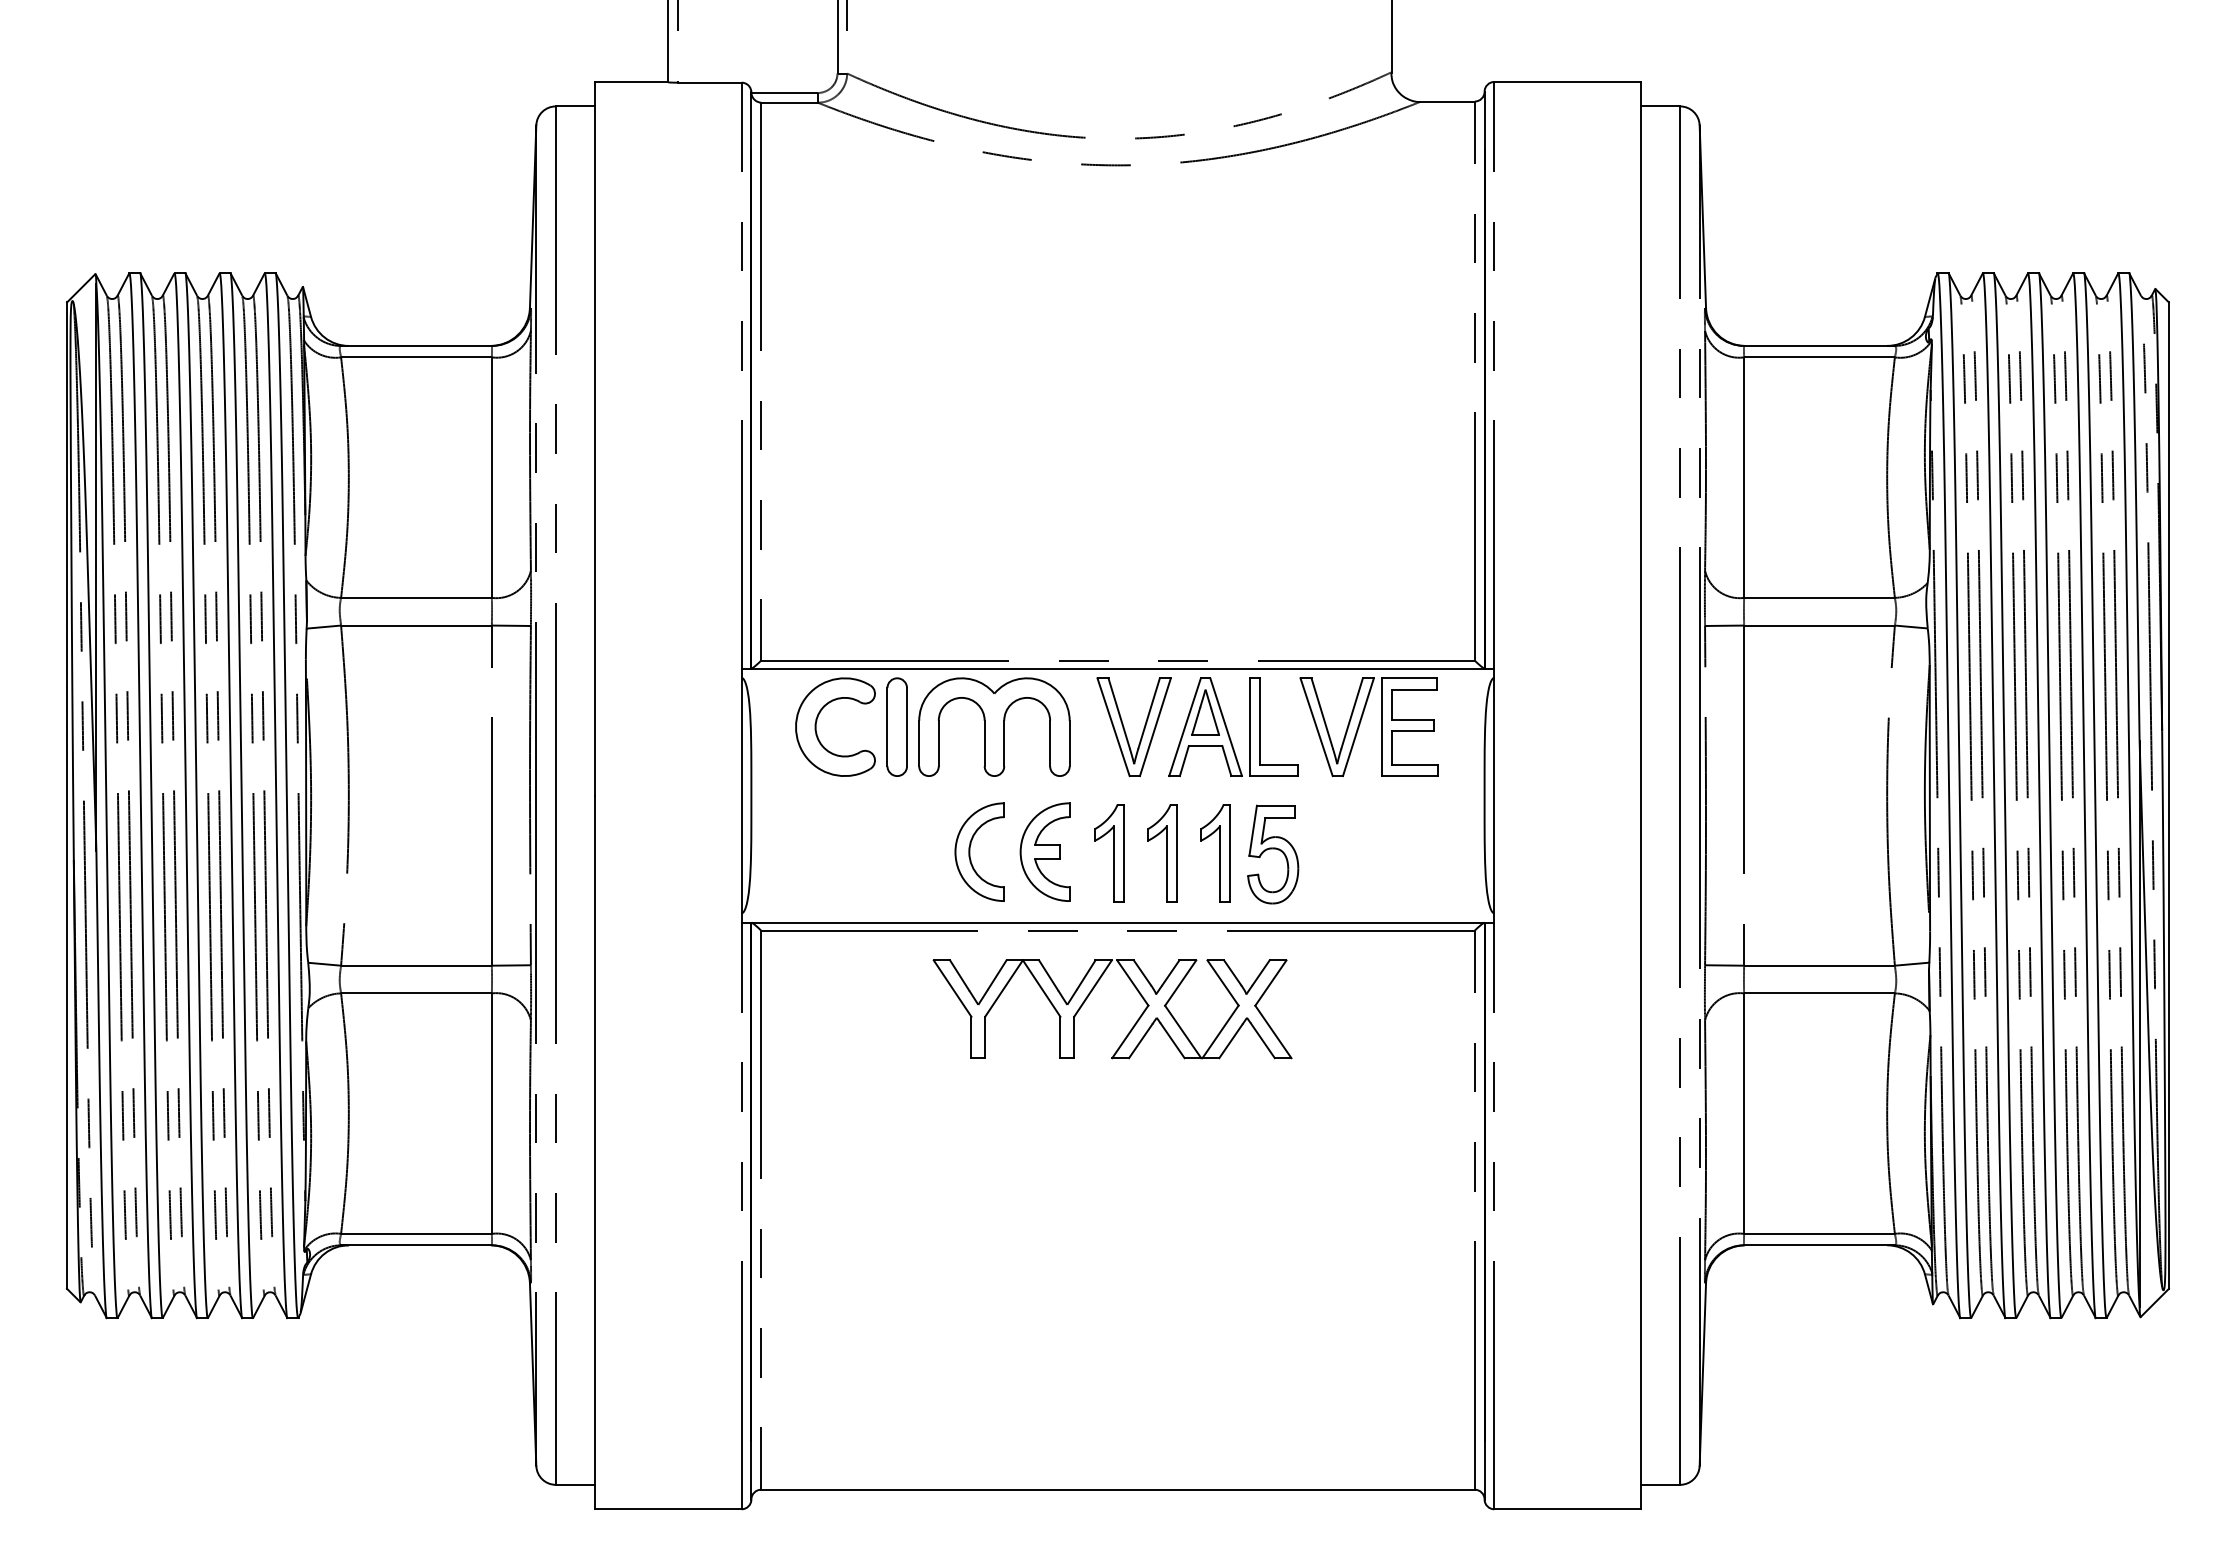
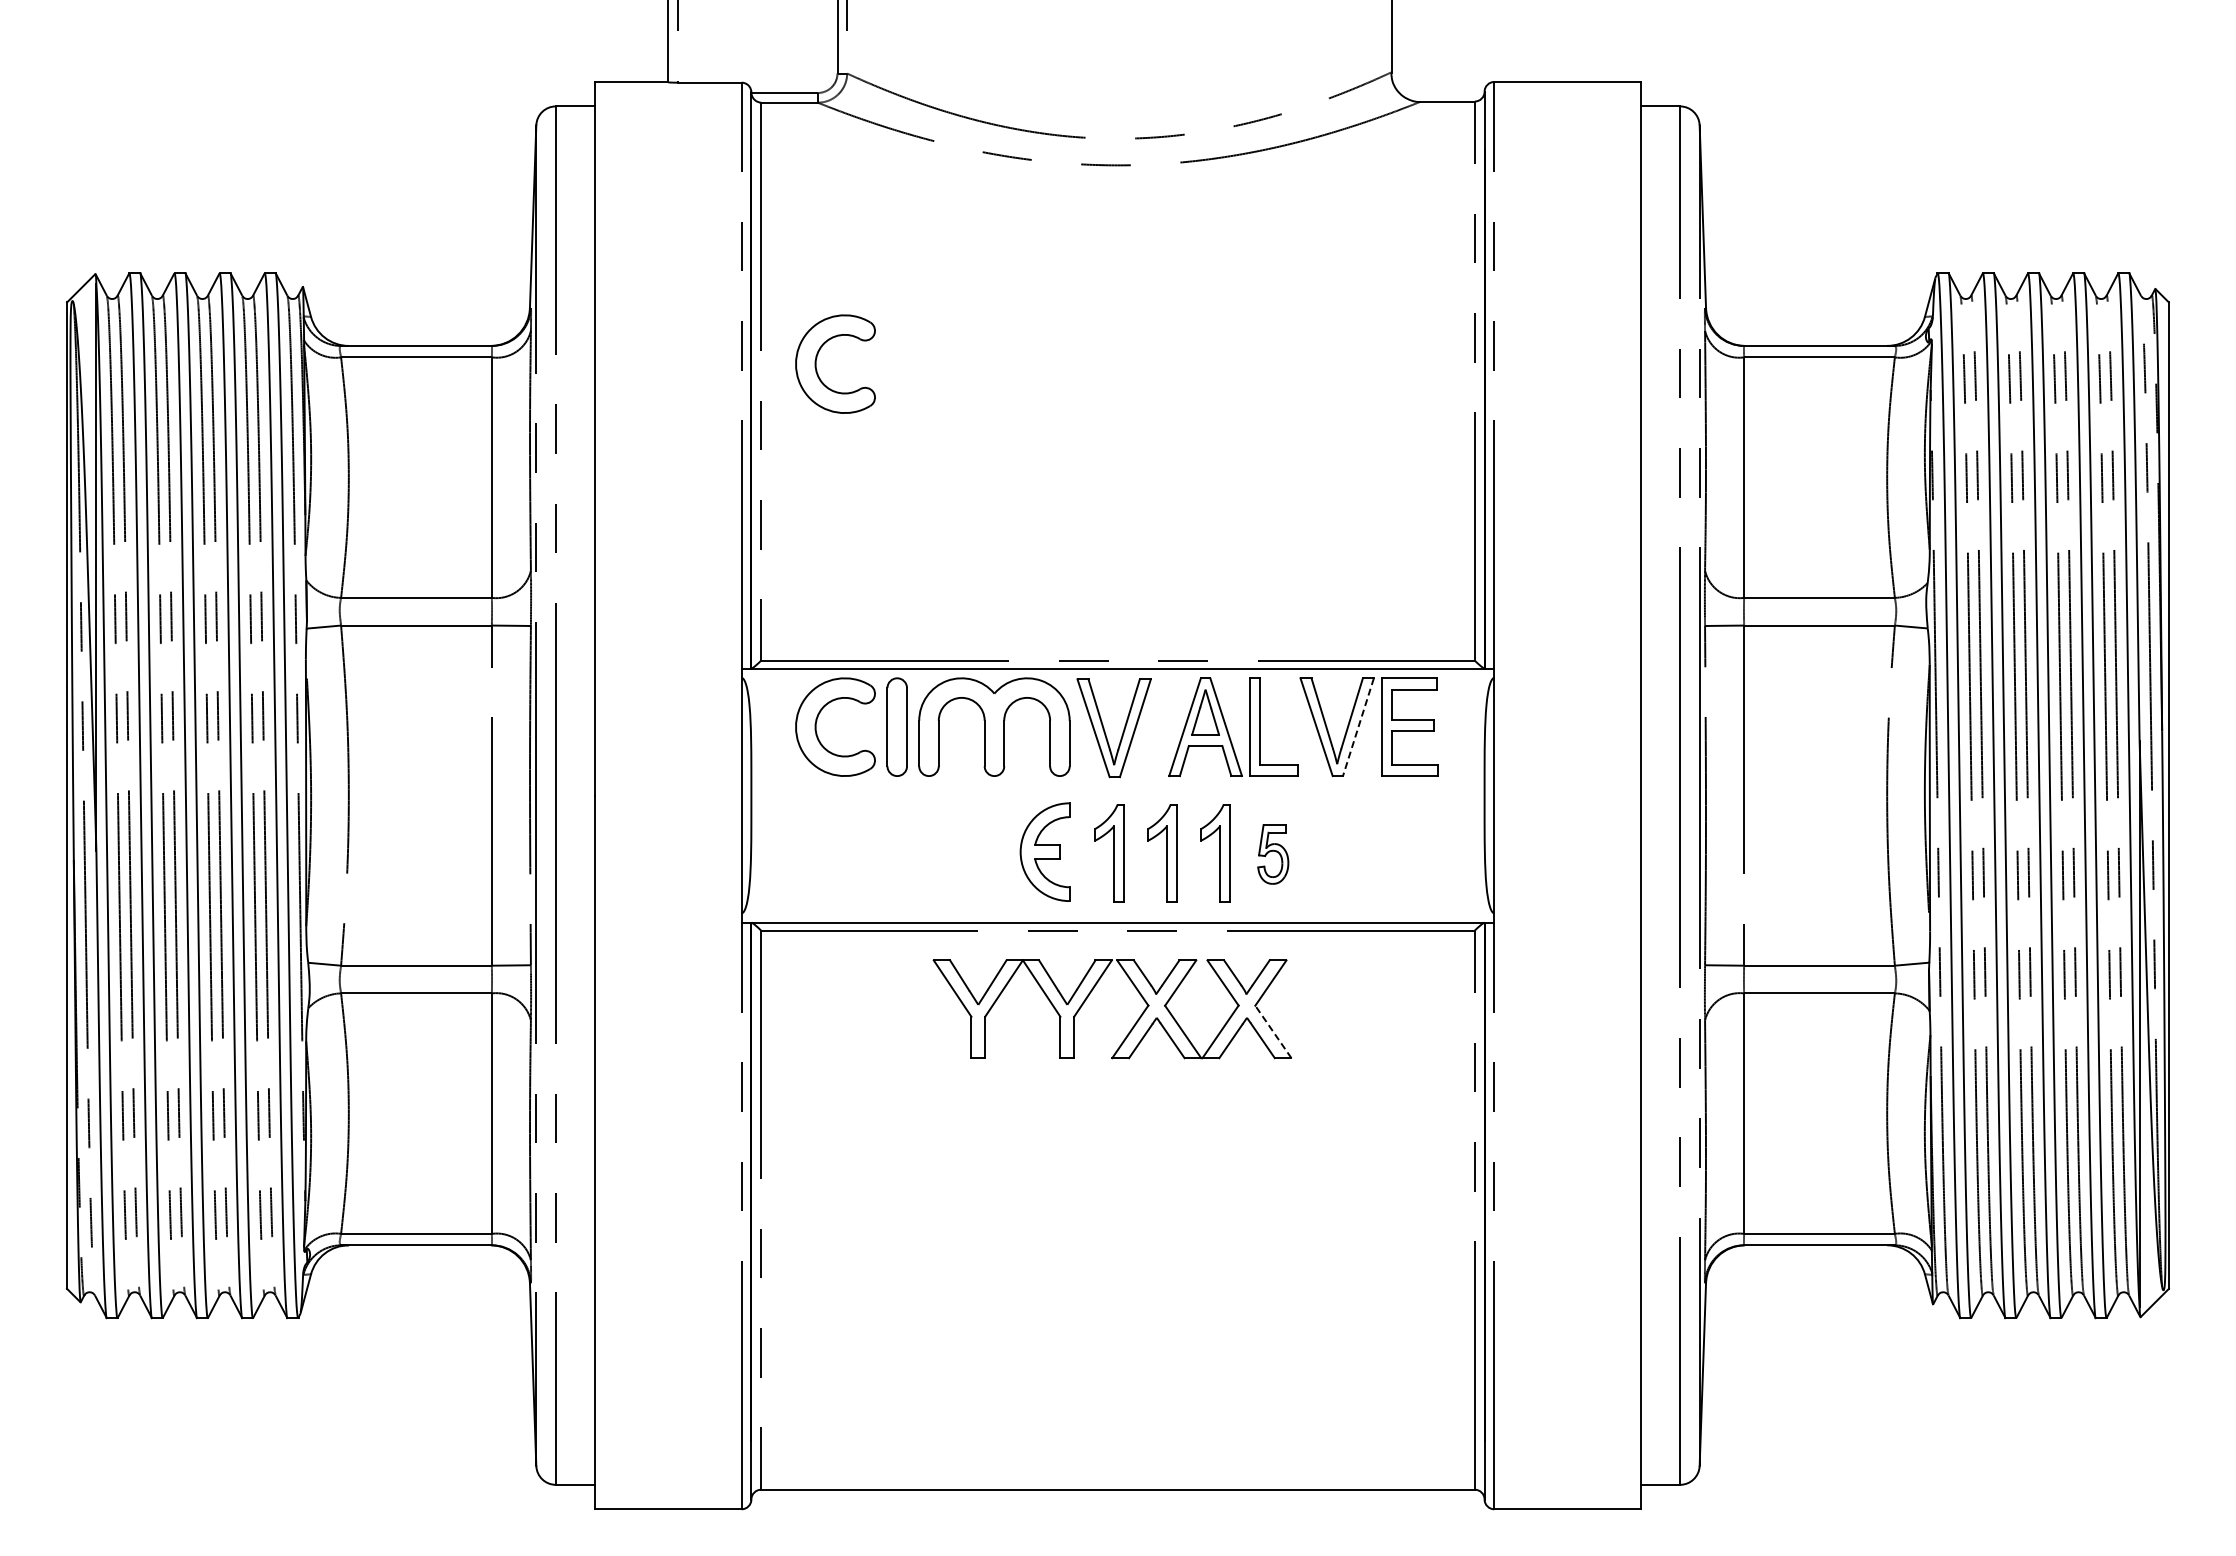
part at (817, 358): none -> present
line at (1358, 727): solid -> dashed
part at (1125, 730) position: (1125, 730) -> (1105, 731)
part at (970, 851): present -> none
part at (1273, 854) size: 53x101 px -> 33x61 px
line at (1273, 1031): solid -> dashed
